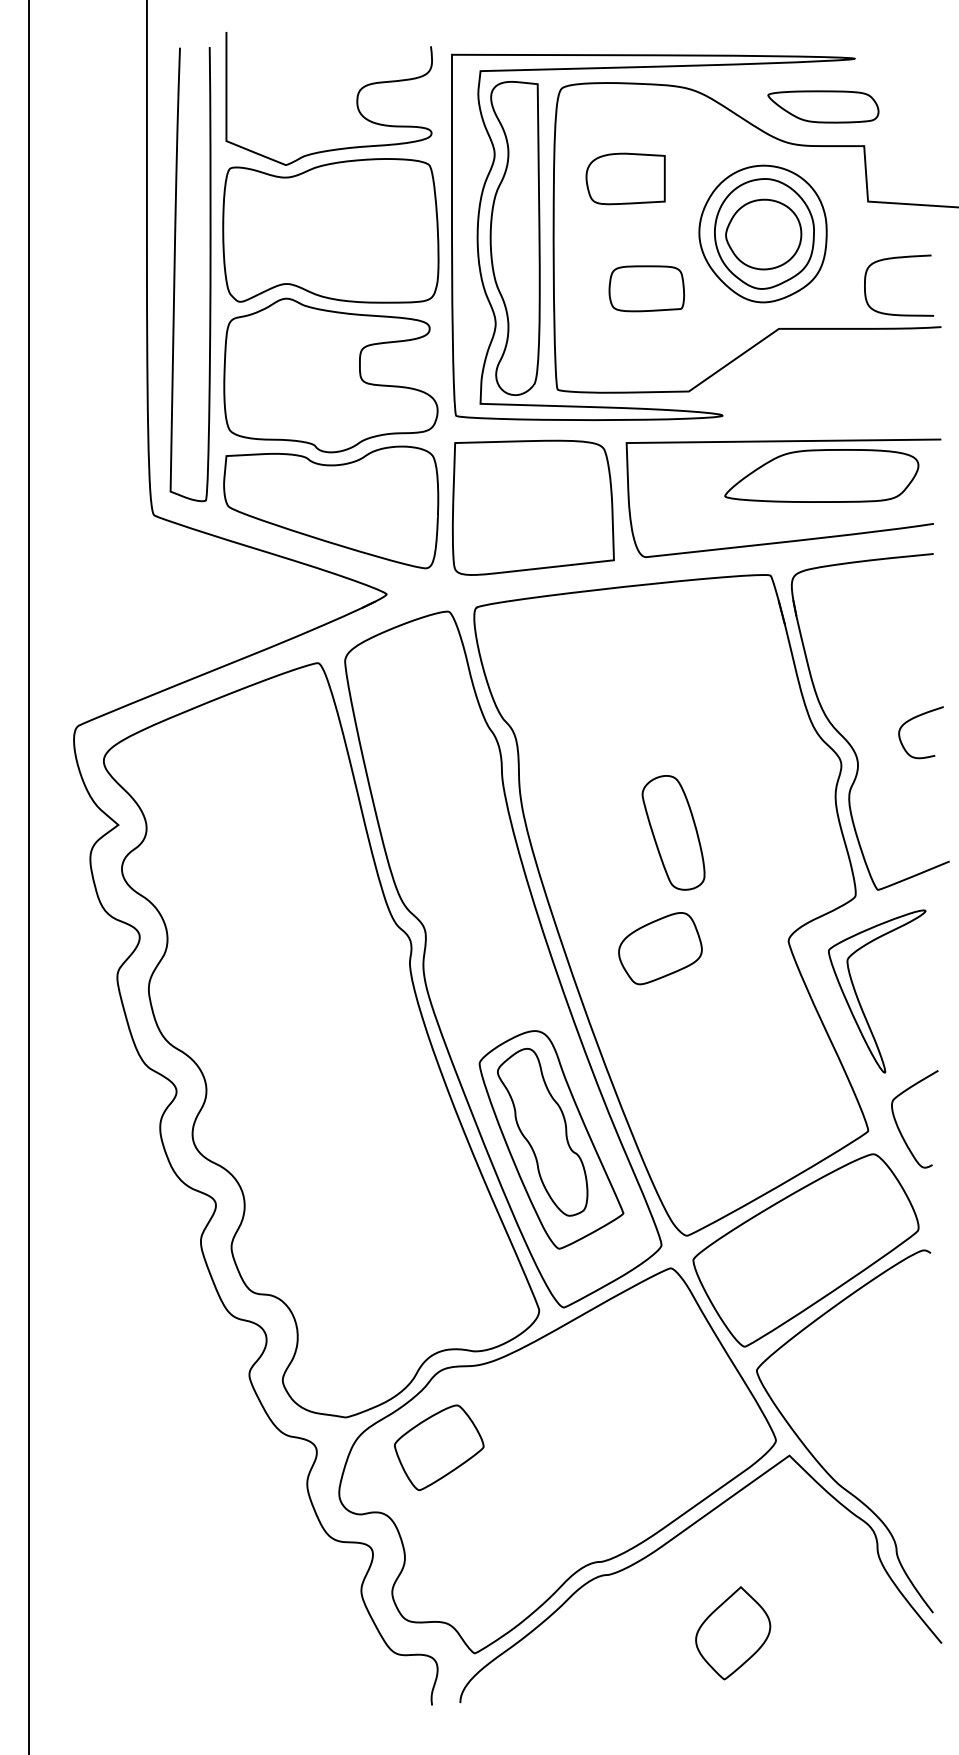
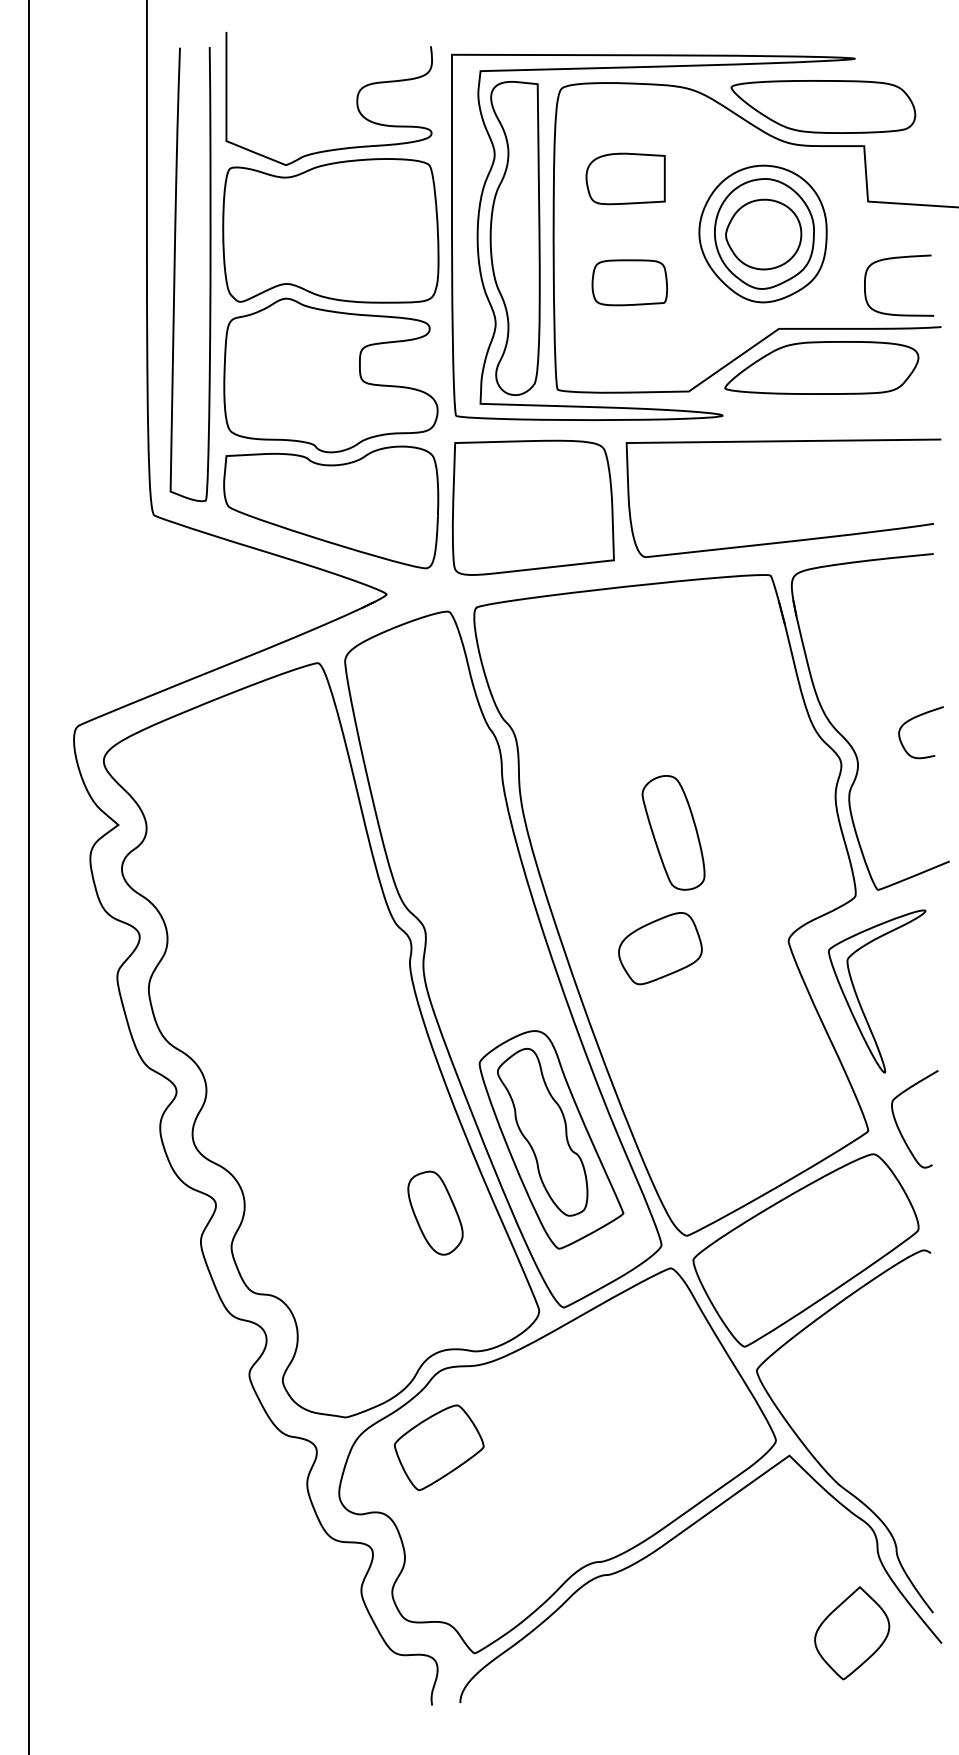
part at (823, 106) size: 113x34 px -> 187x54 px
part at (646, 288) position: (646, 288) -> (629, 282)
part at (821, 475) position: (821, 475) -> (821, 367)
part at (435, 1212): none -> present
part at (733, 1633) position: (733, 1633) -> (852, 1633)
